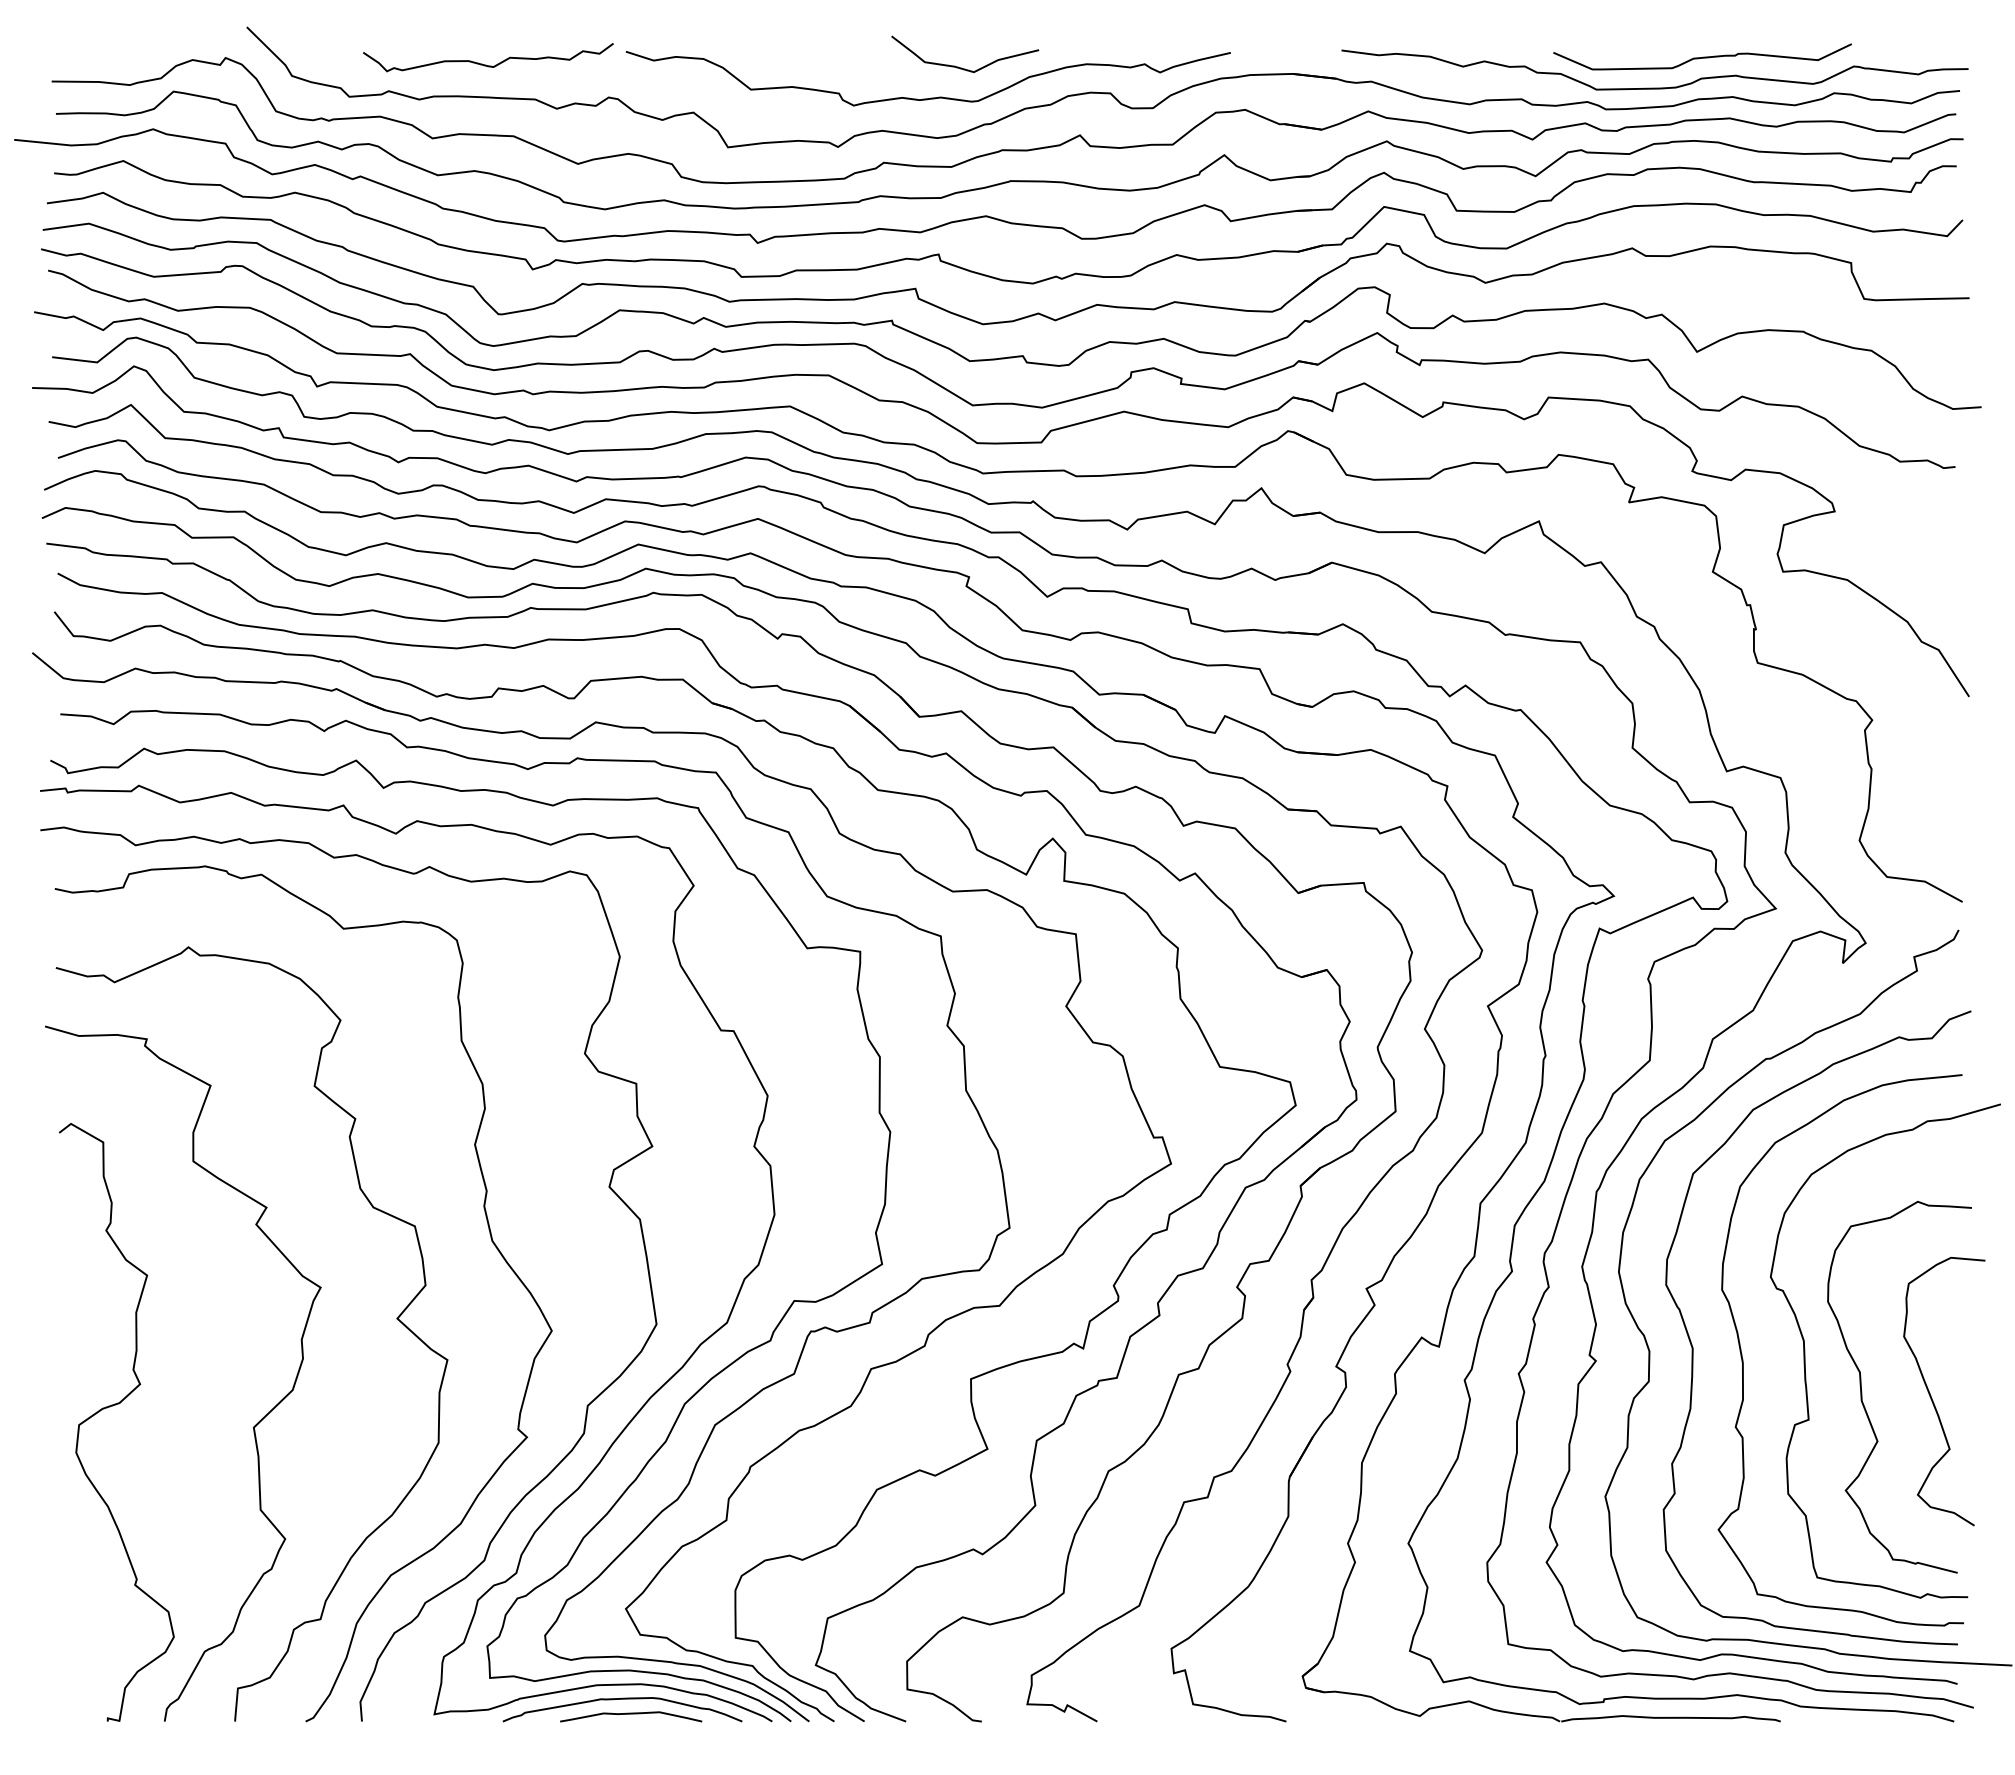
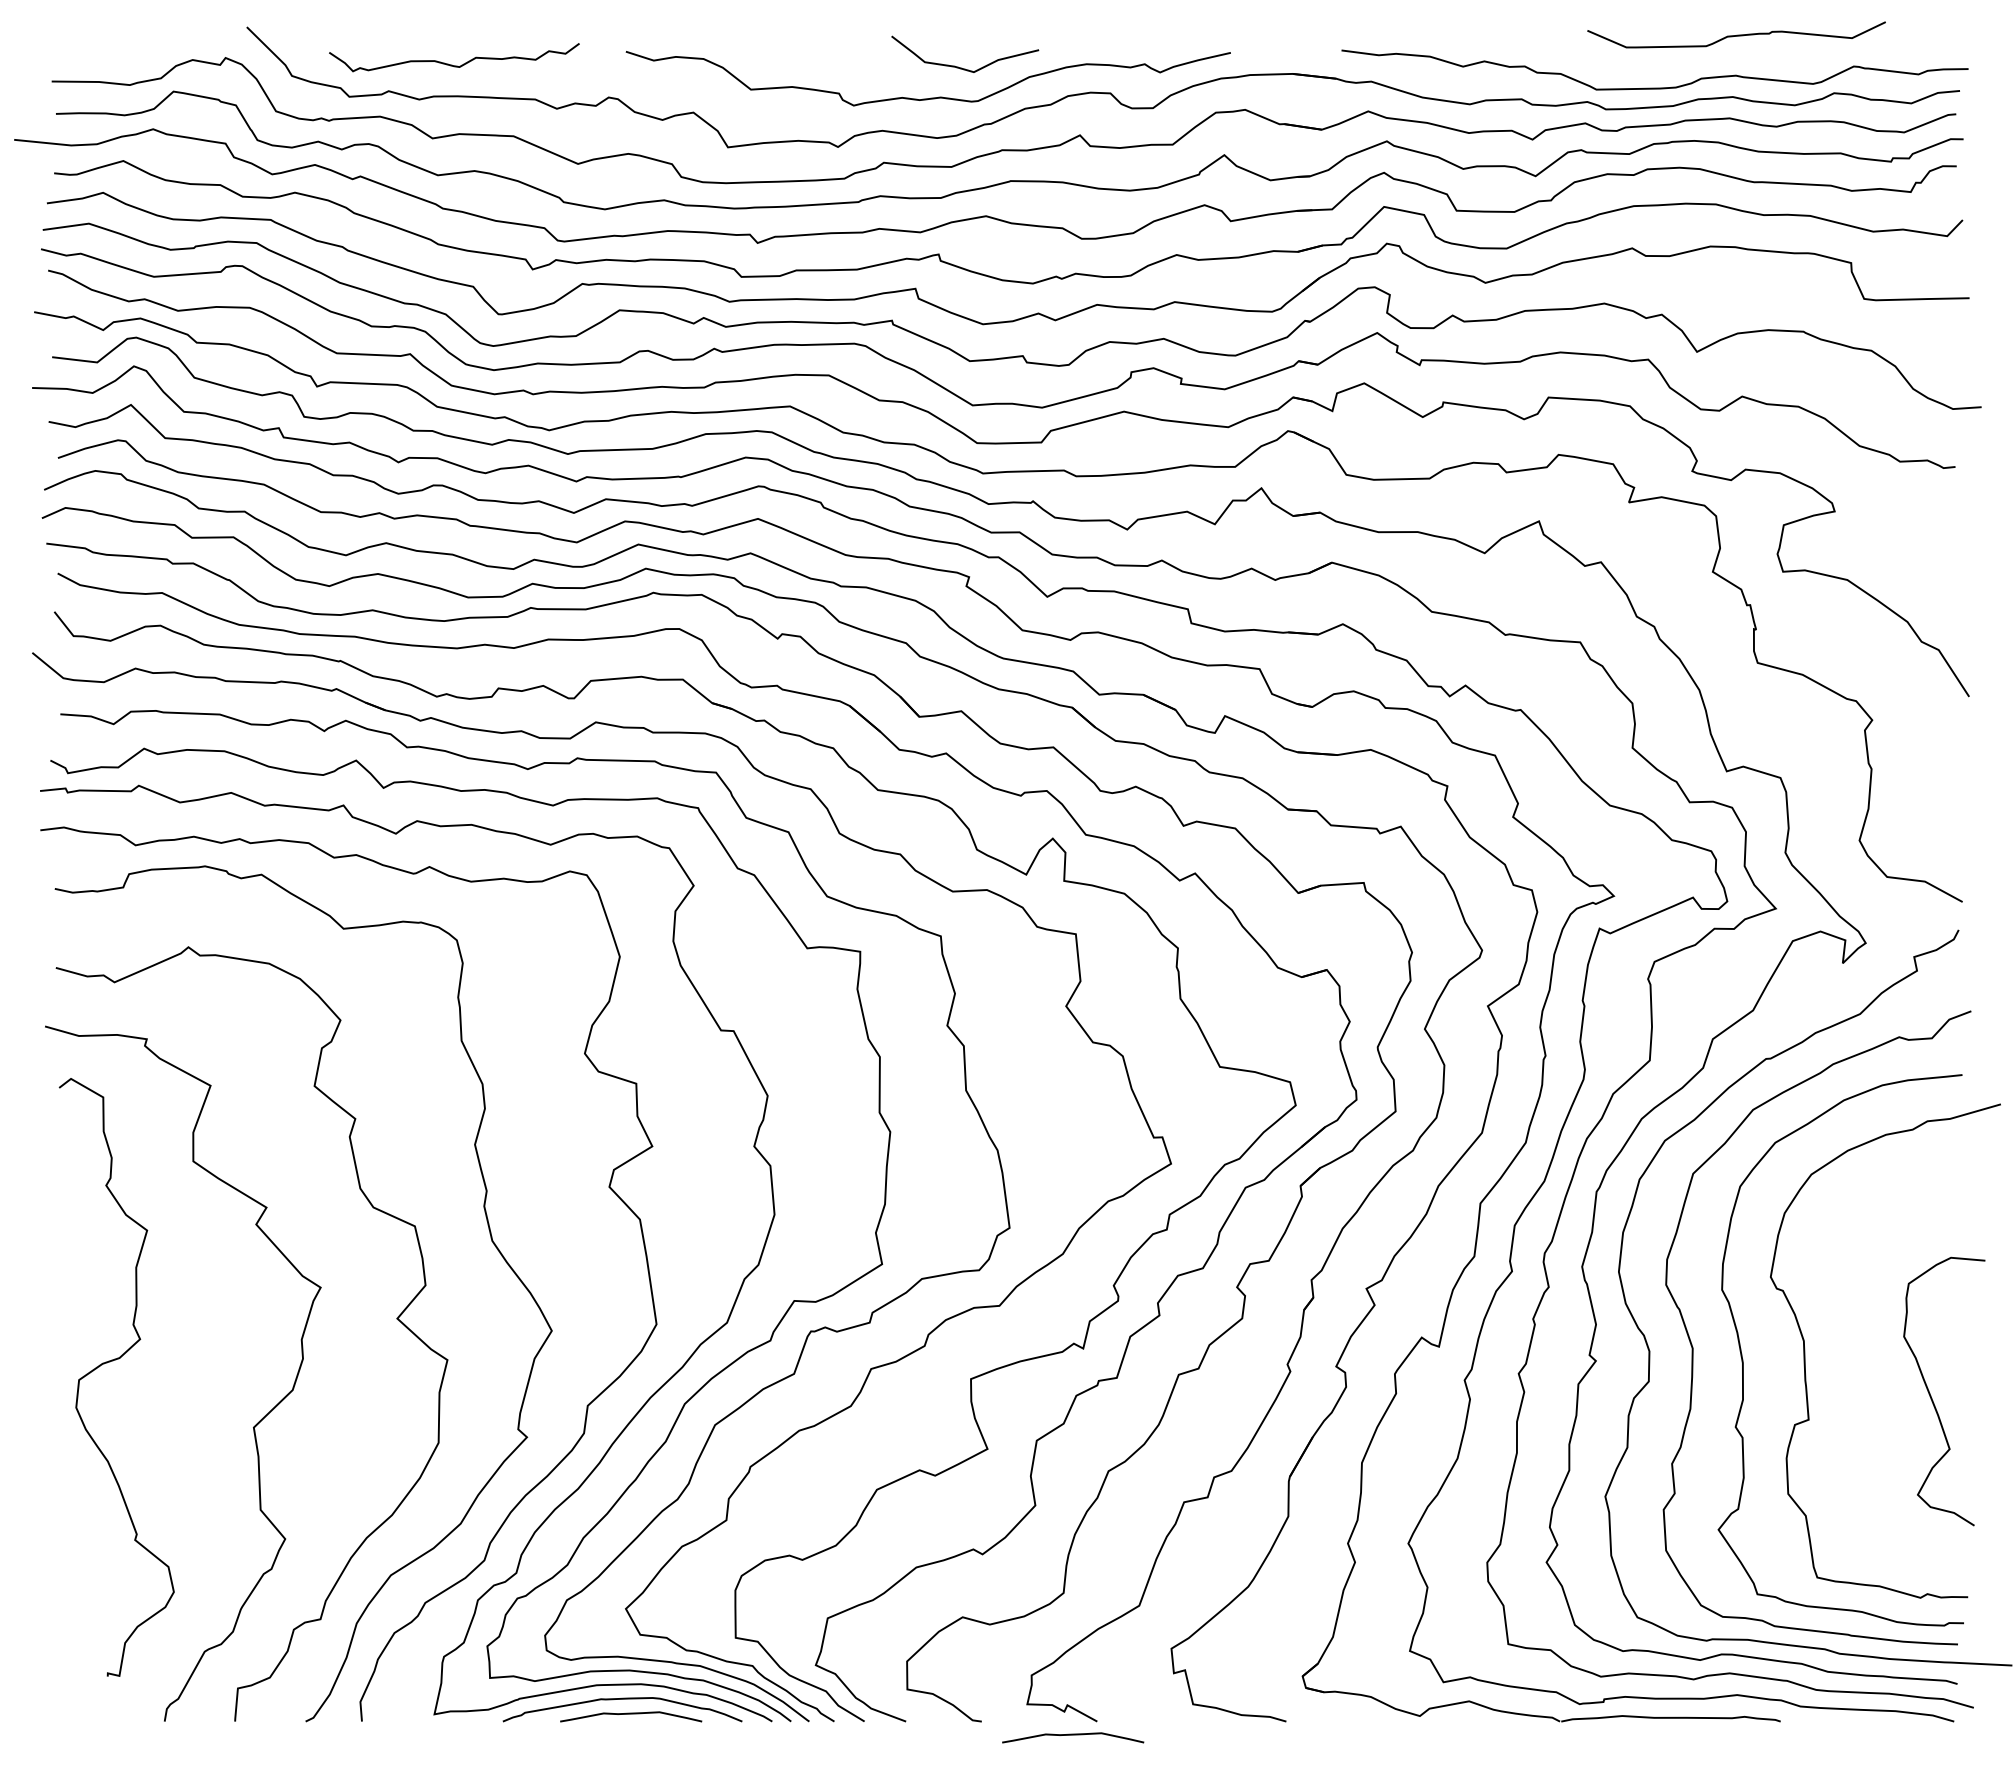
curve at (1703, 56) position: (1703, 56) -> (1737, 34)
curve at (486, 64) position: (486, 64) -> (452, 64)
curve at (1862, 1391): present -> none
curve at (110, 1407) position: (110, 1407) -> (110, 1362)
curve at (1073, 1735): none -> present
